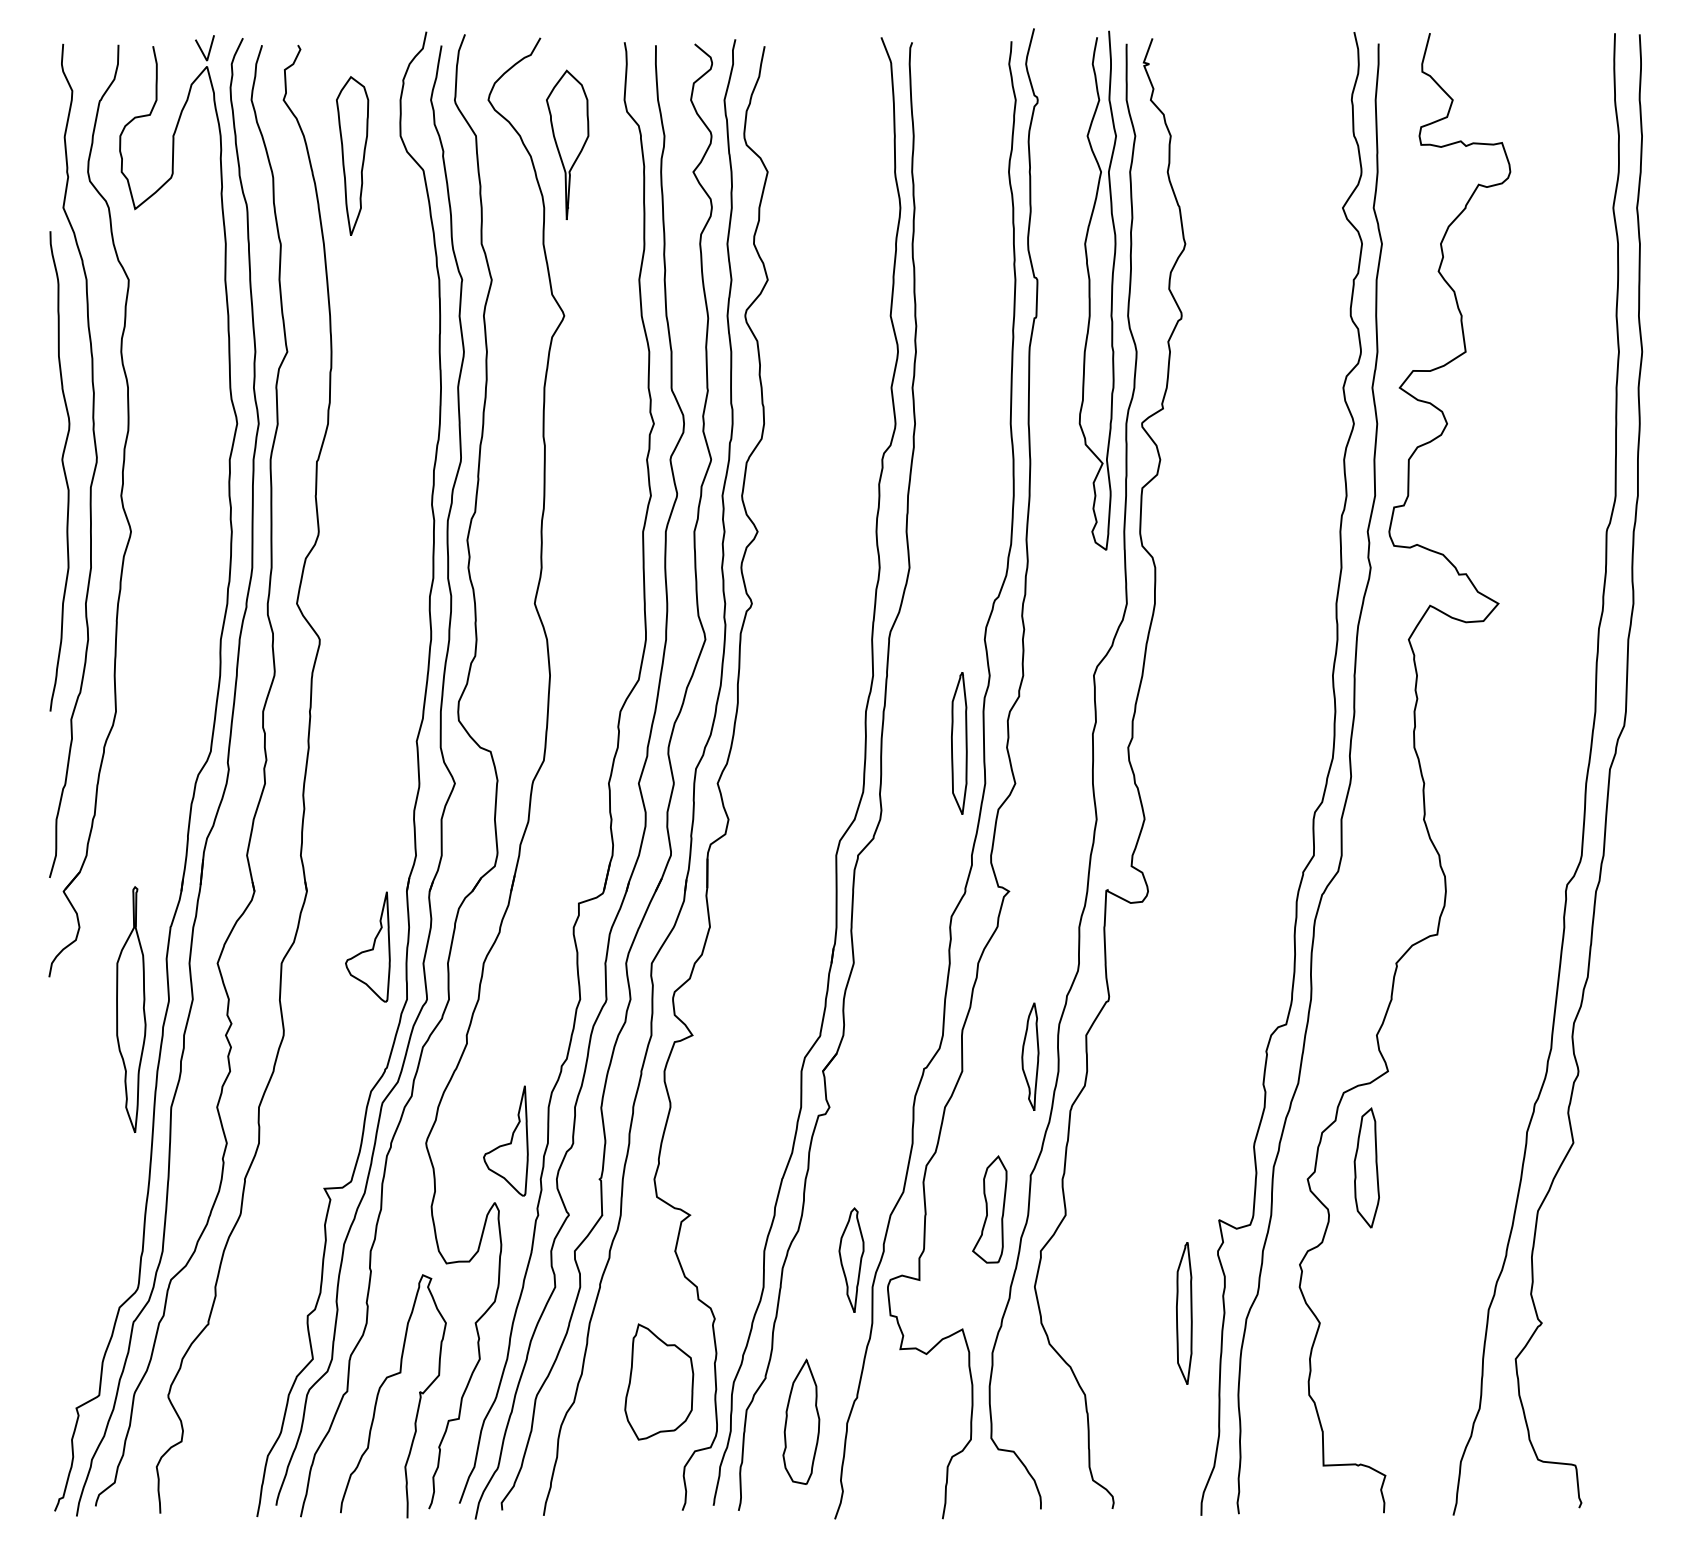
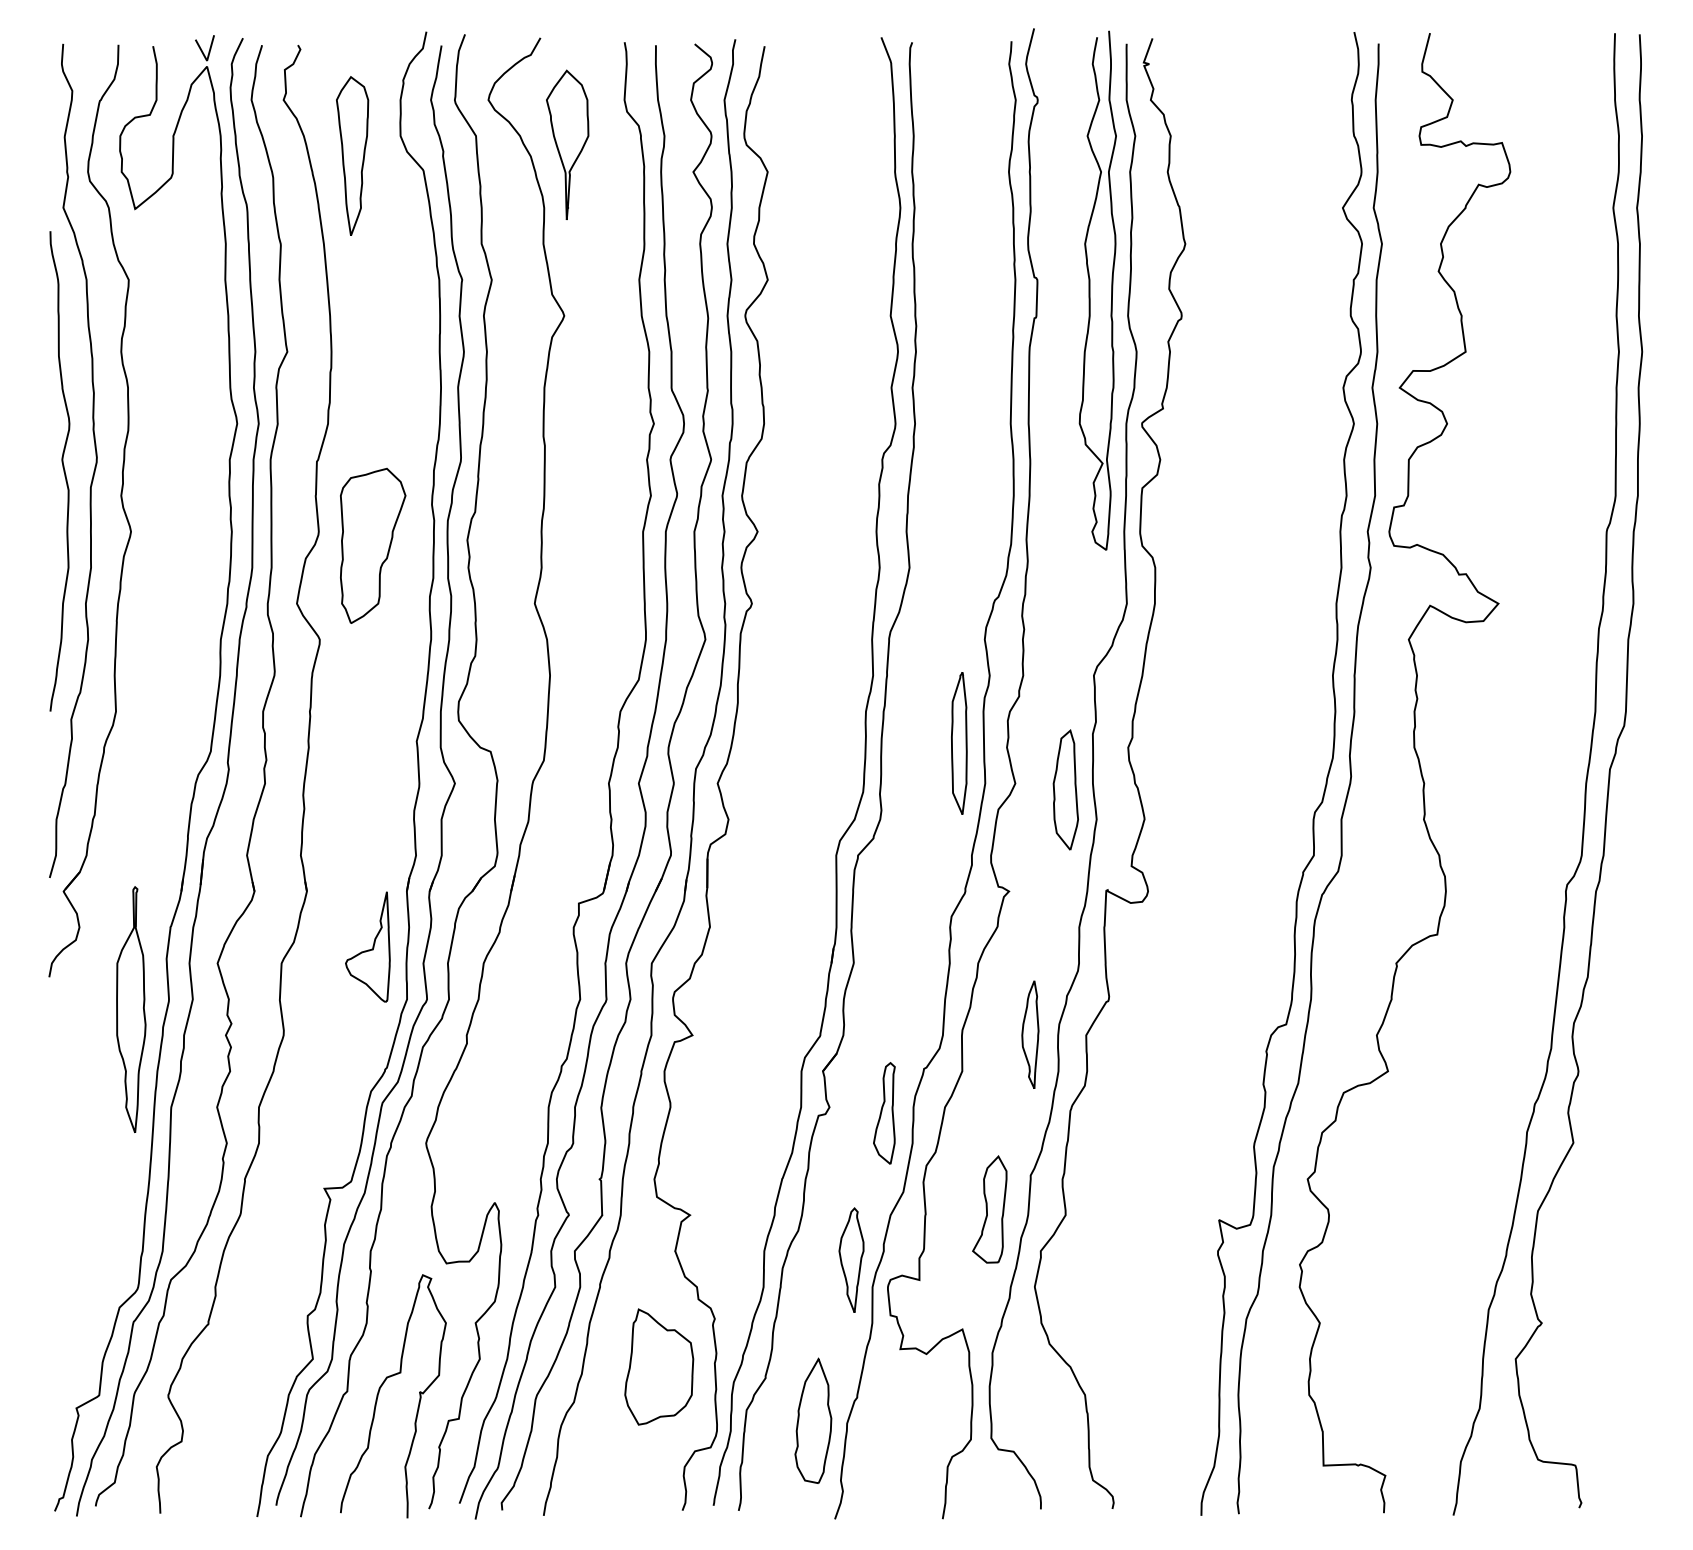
part at (373, 545): none -> present
part at (1030, 1056) position: (1030, 1056) -> (1030, 1034)
part at (884, 1113): none -> present
part at (505, 1140): present -> none
part at (1366, 1167) position: (1366, 1167) -> (1065, 789)
part at (1184, 1313): present -> none
part at (659, 1381) position: (659, 1381) -> (659, 1366)
part at (801, 1421) position: (801, 1421) -> (813, 1420)
